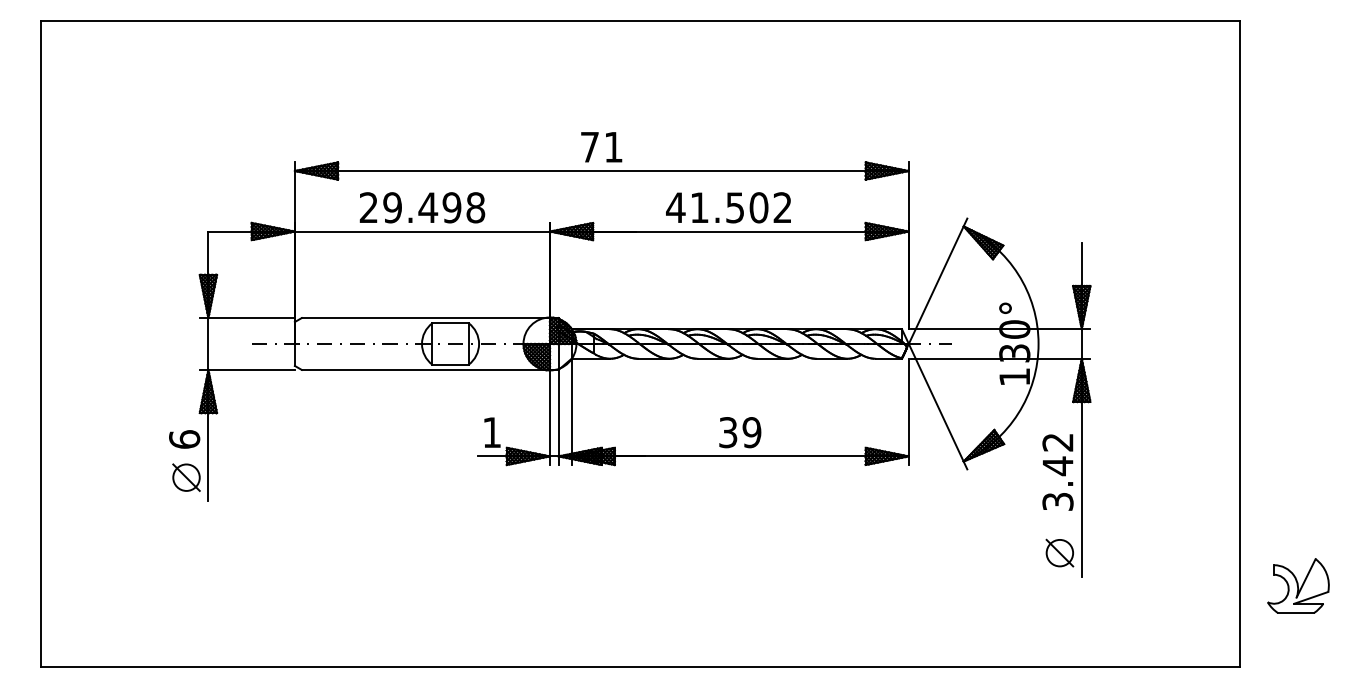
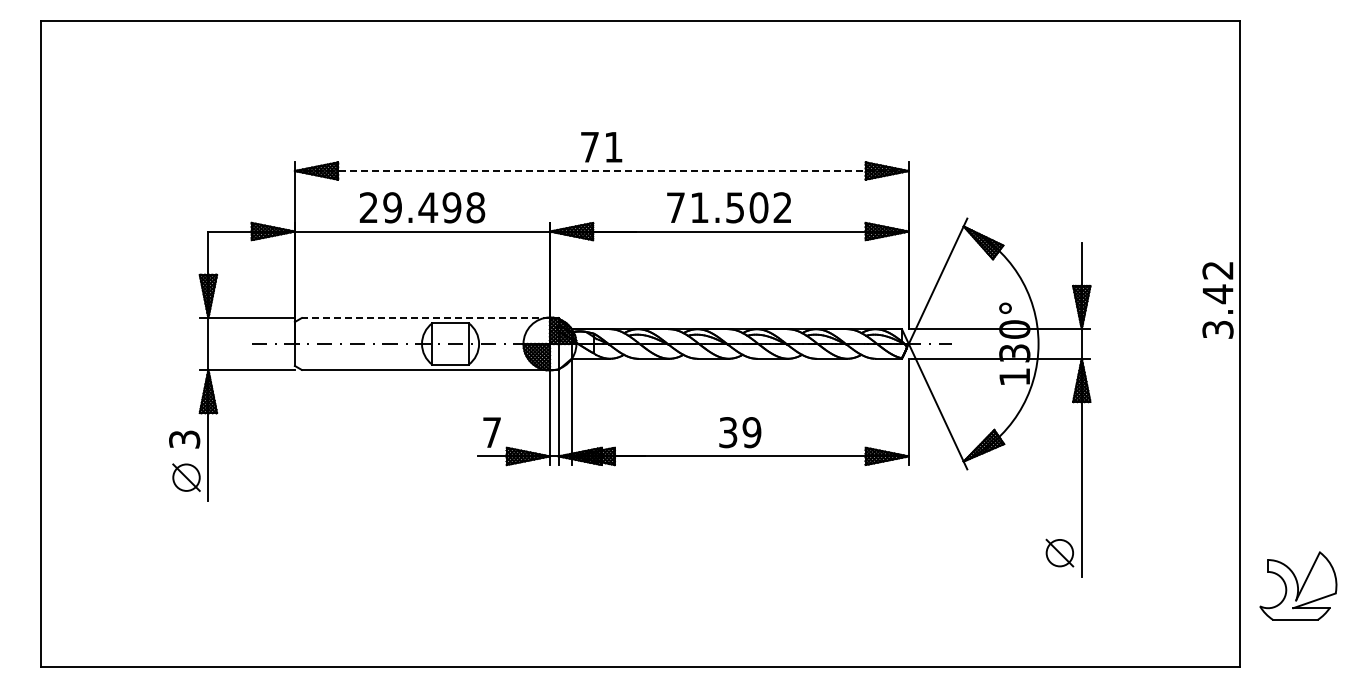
line at (601, 171): solid -> dashed
text at (675, 207): 41.502 -> 71.502
line at (425, 318): solid -> dashed
text at (491, 432): 1 -> 7
text at (184, 439): 6 -> 3
text at (1057, 472) position: (1057, 472) -> (1217, 300)
part at (1298, 585) size: 63x56 px -> 79x70 px
